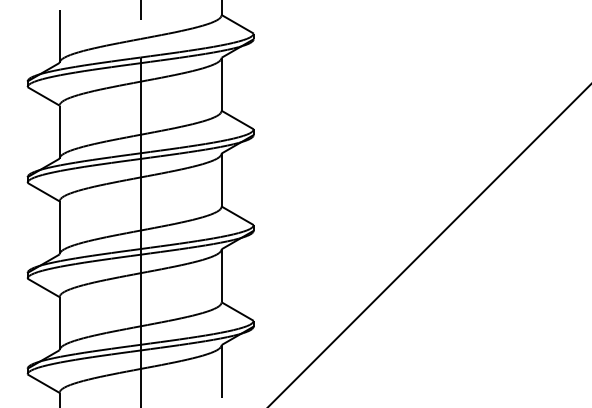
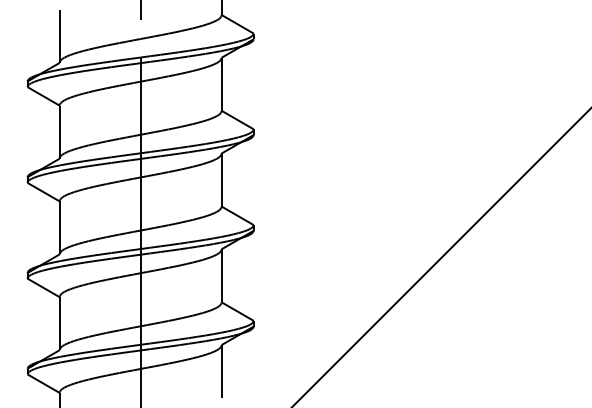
line at (429, 245) position: (429, 245) -> (441, 257)
